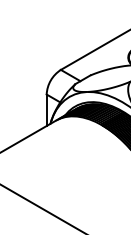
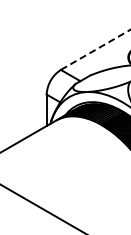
line at (96, 49): solid -> dashed
